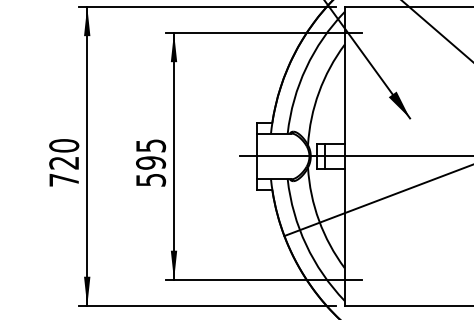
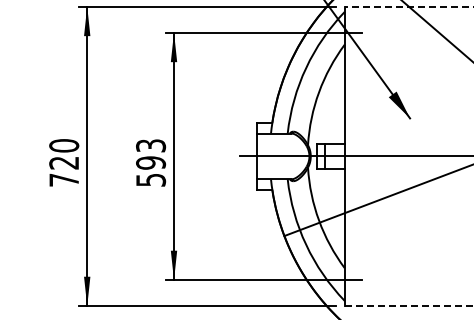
line at (408, 6): solid -> dashed
text at (150, 145): 595 -> 593
line at (409, 306): solid -> dashed
